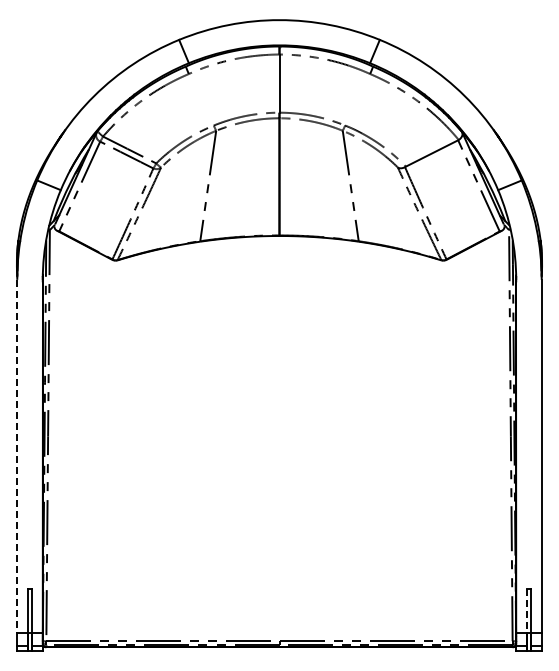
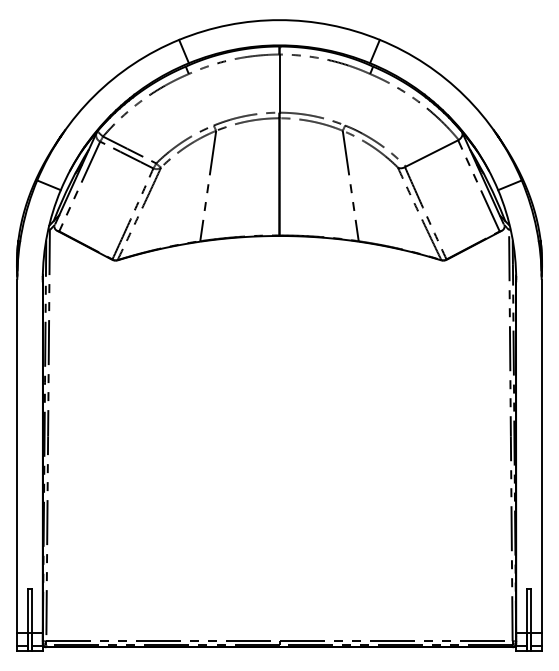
line at (17, 456): dashed -> solid
line at (526, 611): dashed -> solid
